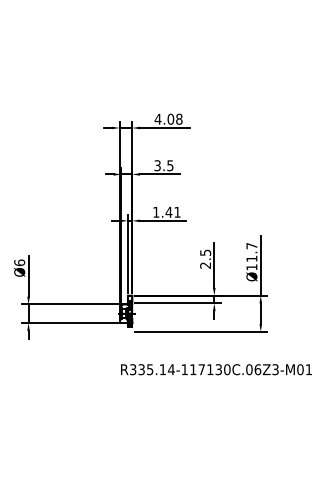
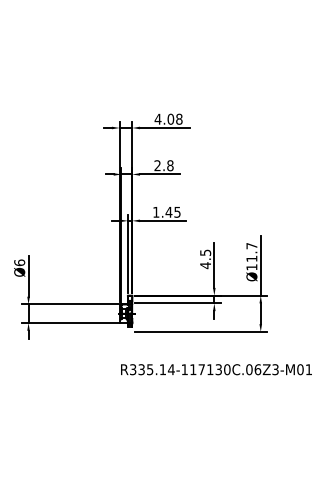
text at (163, 165): 3.5 -> 2.8
text at (177, 212): 1.41 -> 1.45
text at (205, 265): 2.5 -> 4.5
